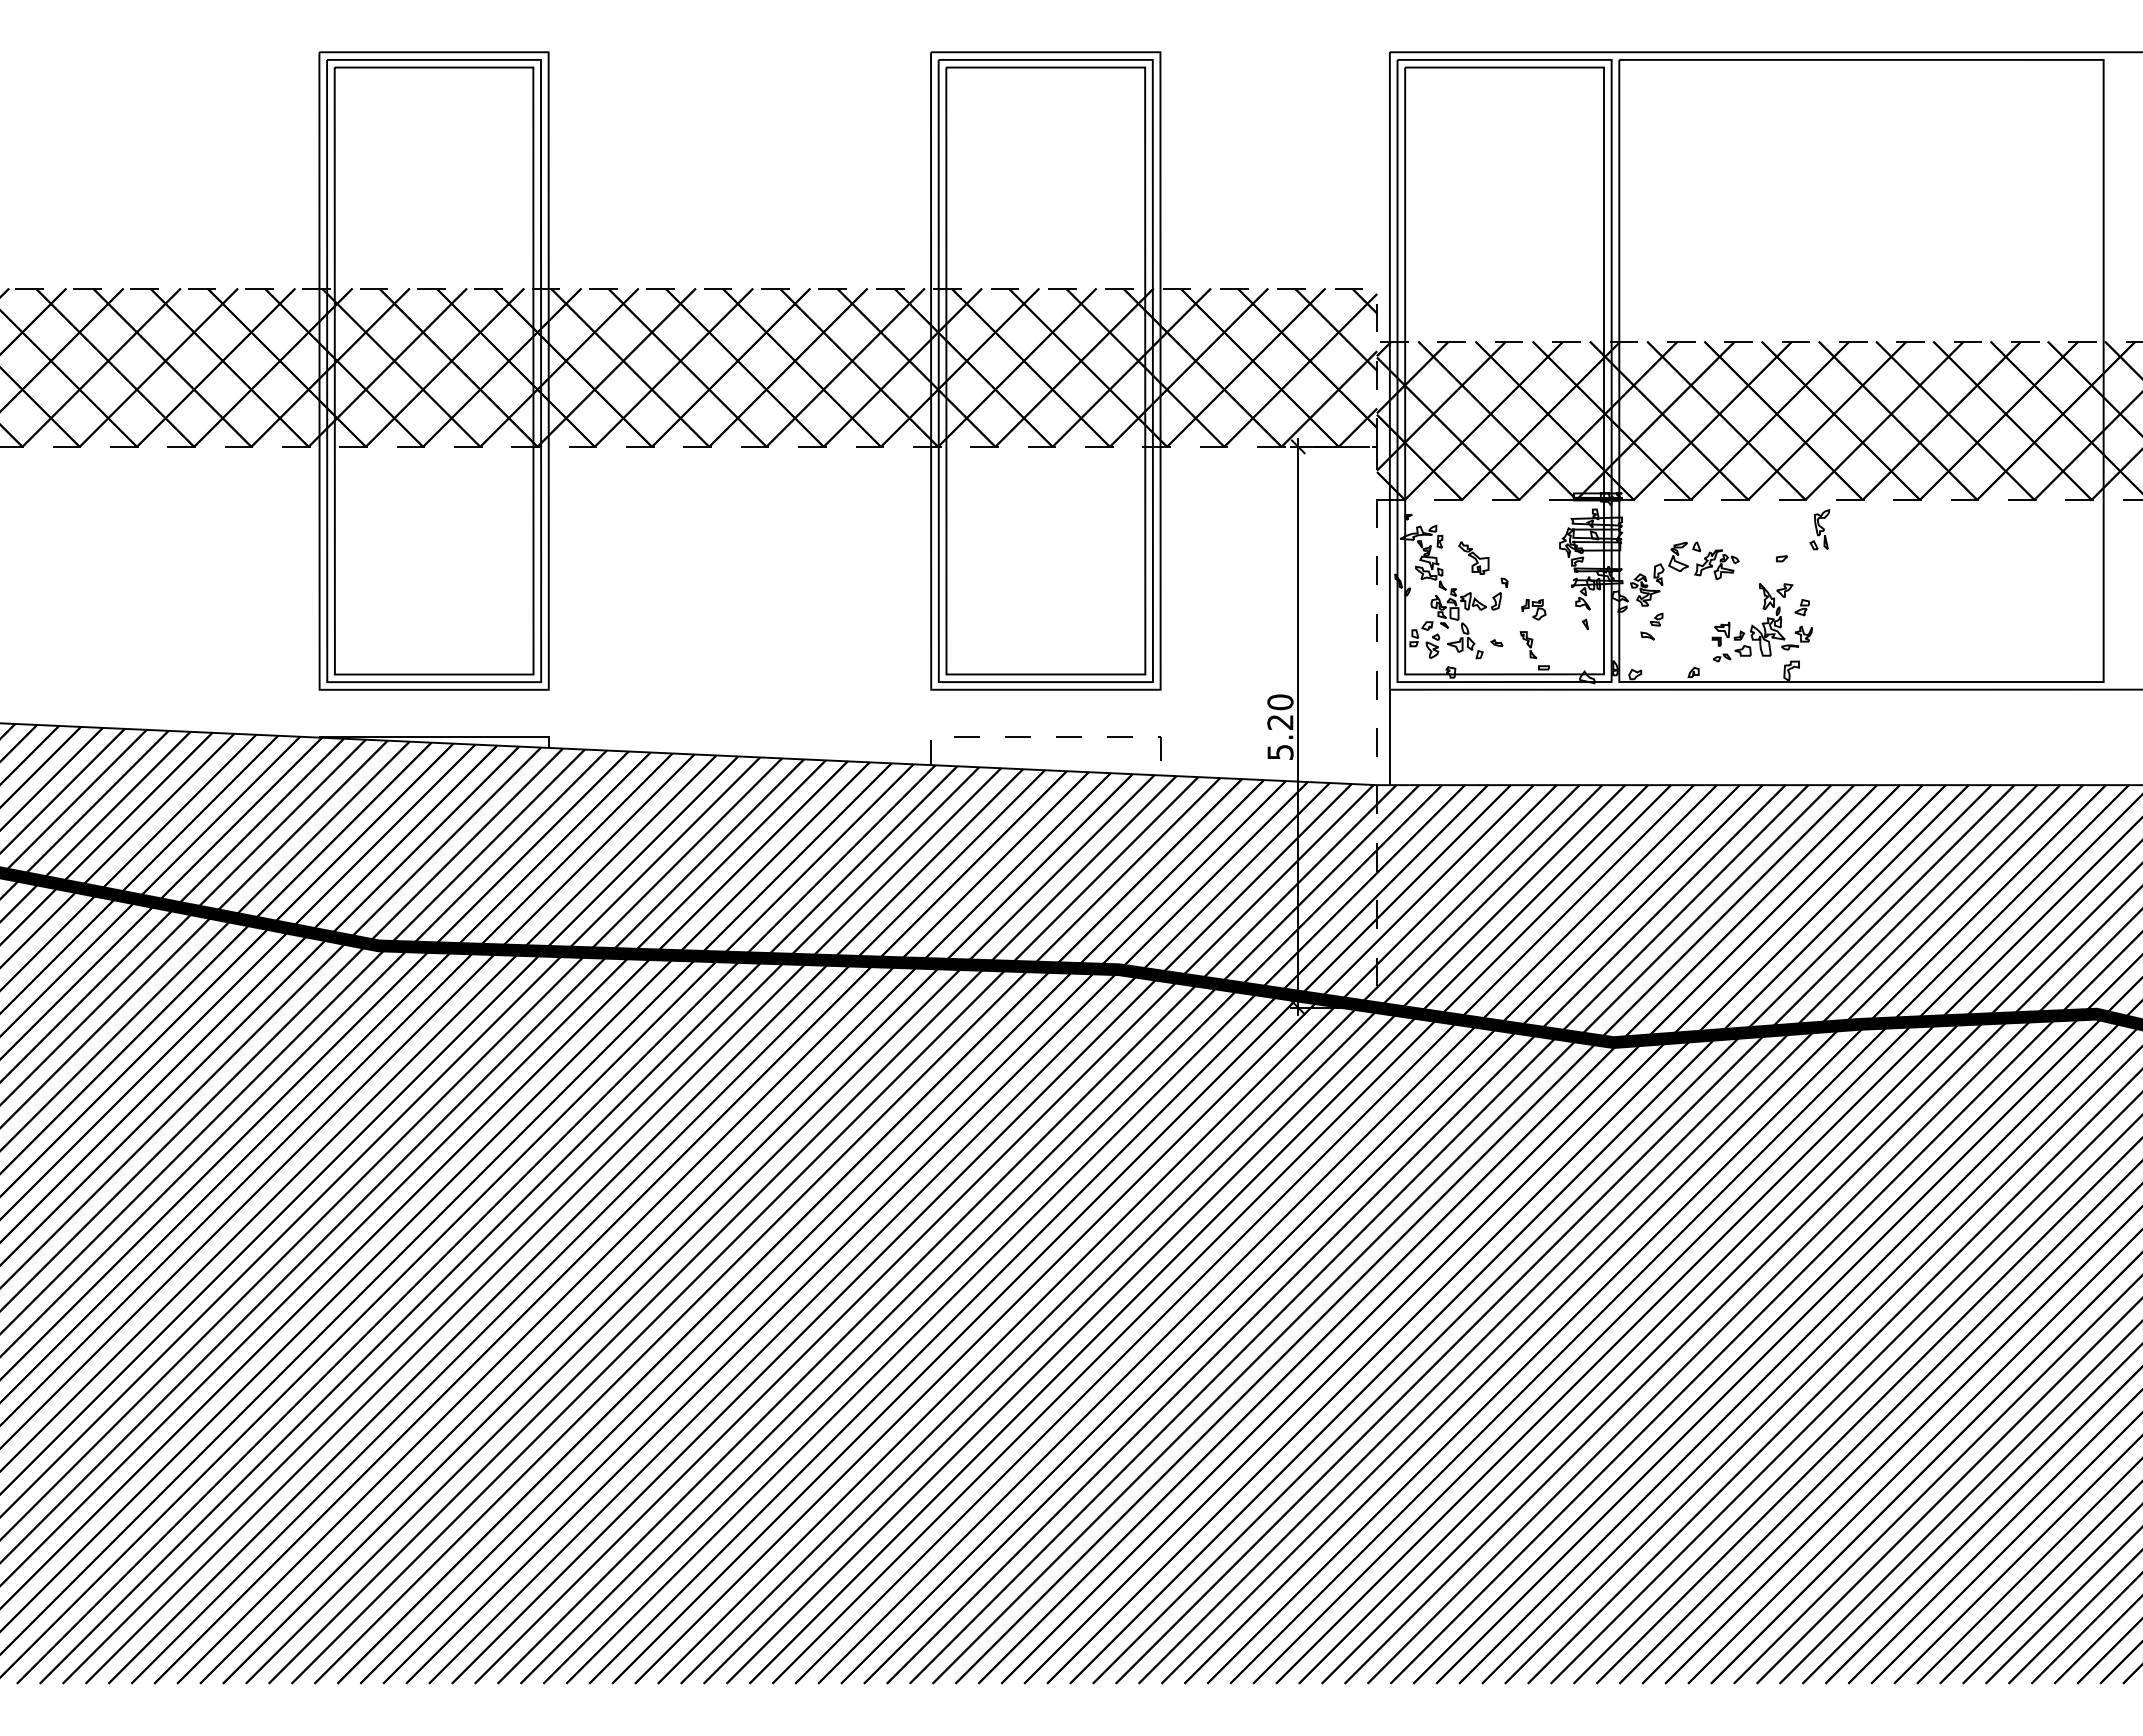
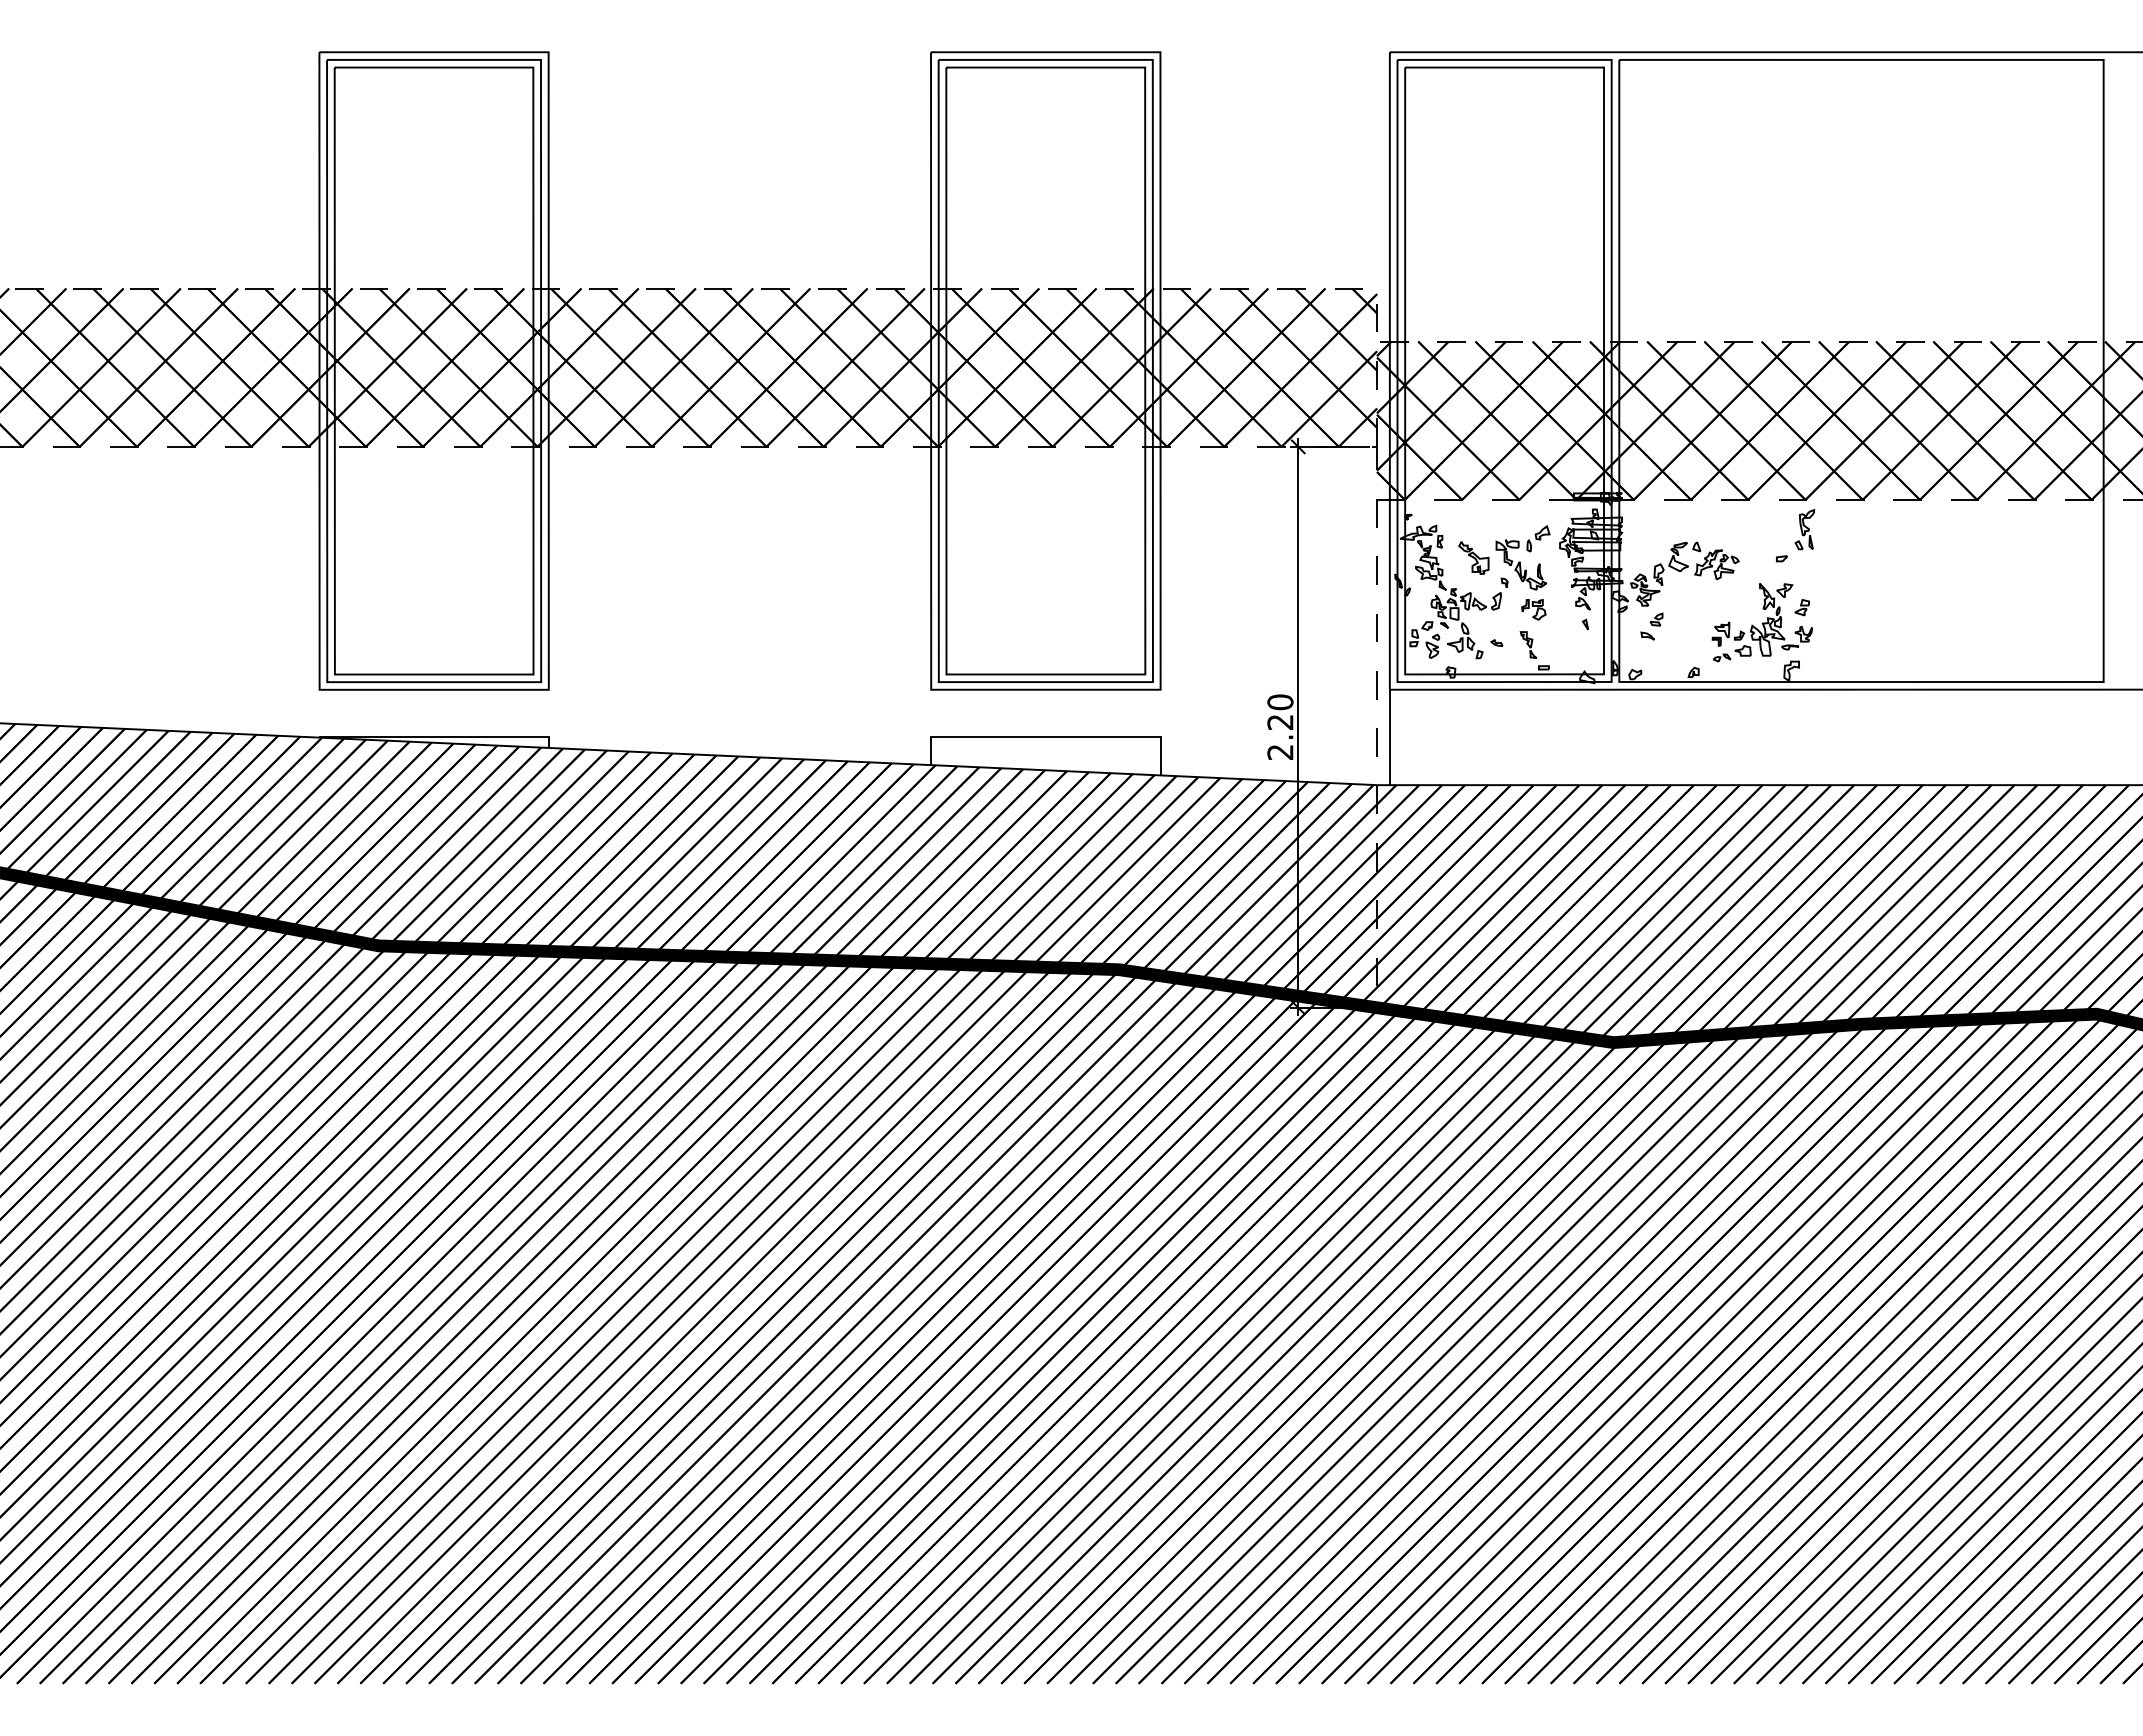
part at (1819, 529) position: (1819, 529) -> (1804, 529)
part at (1522, 557): none -> present
line at (1051, 737): dashed -> solid
text at (1280, 752): 5.20 -> 2.20
